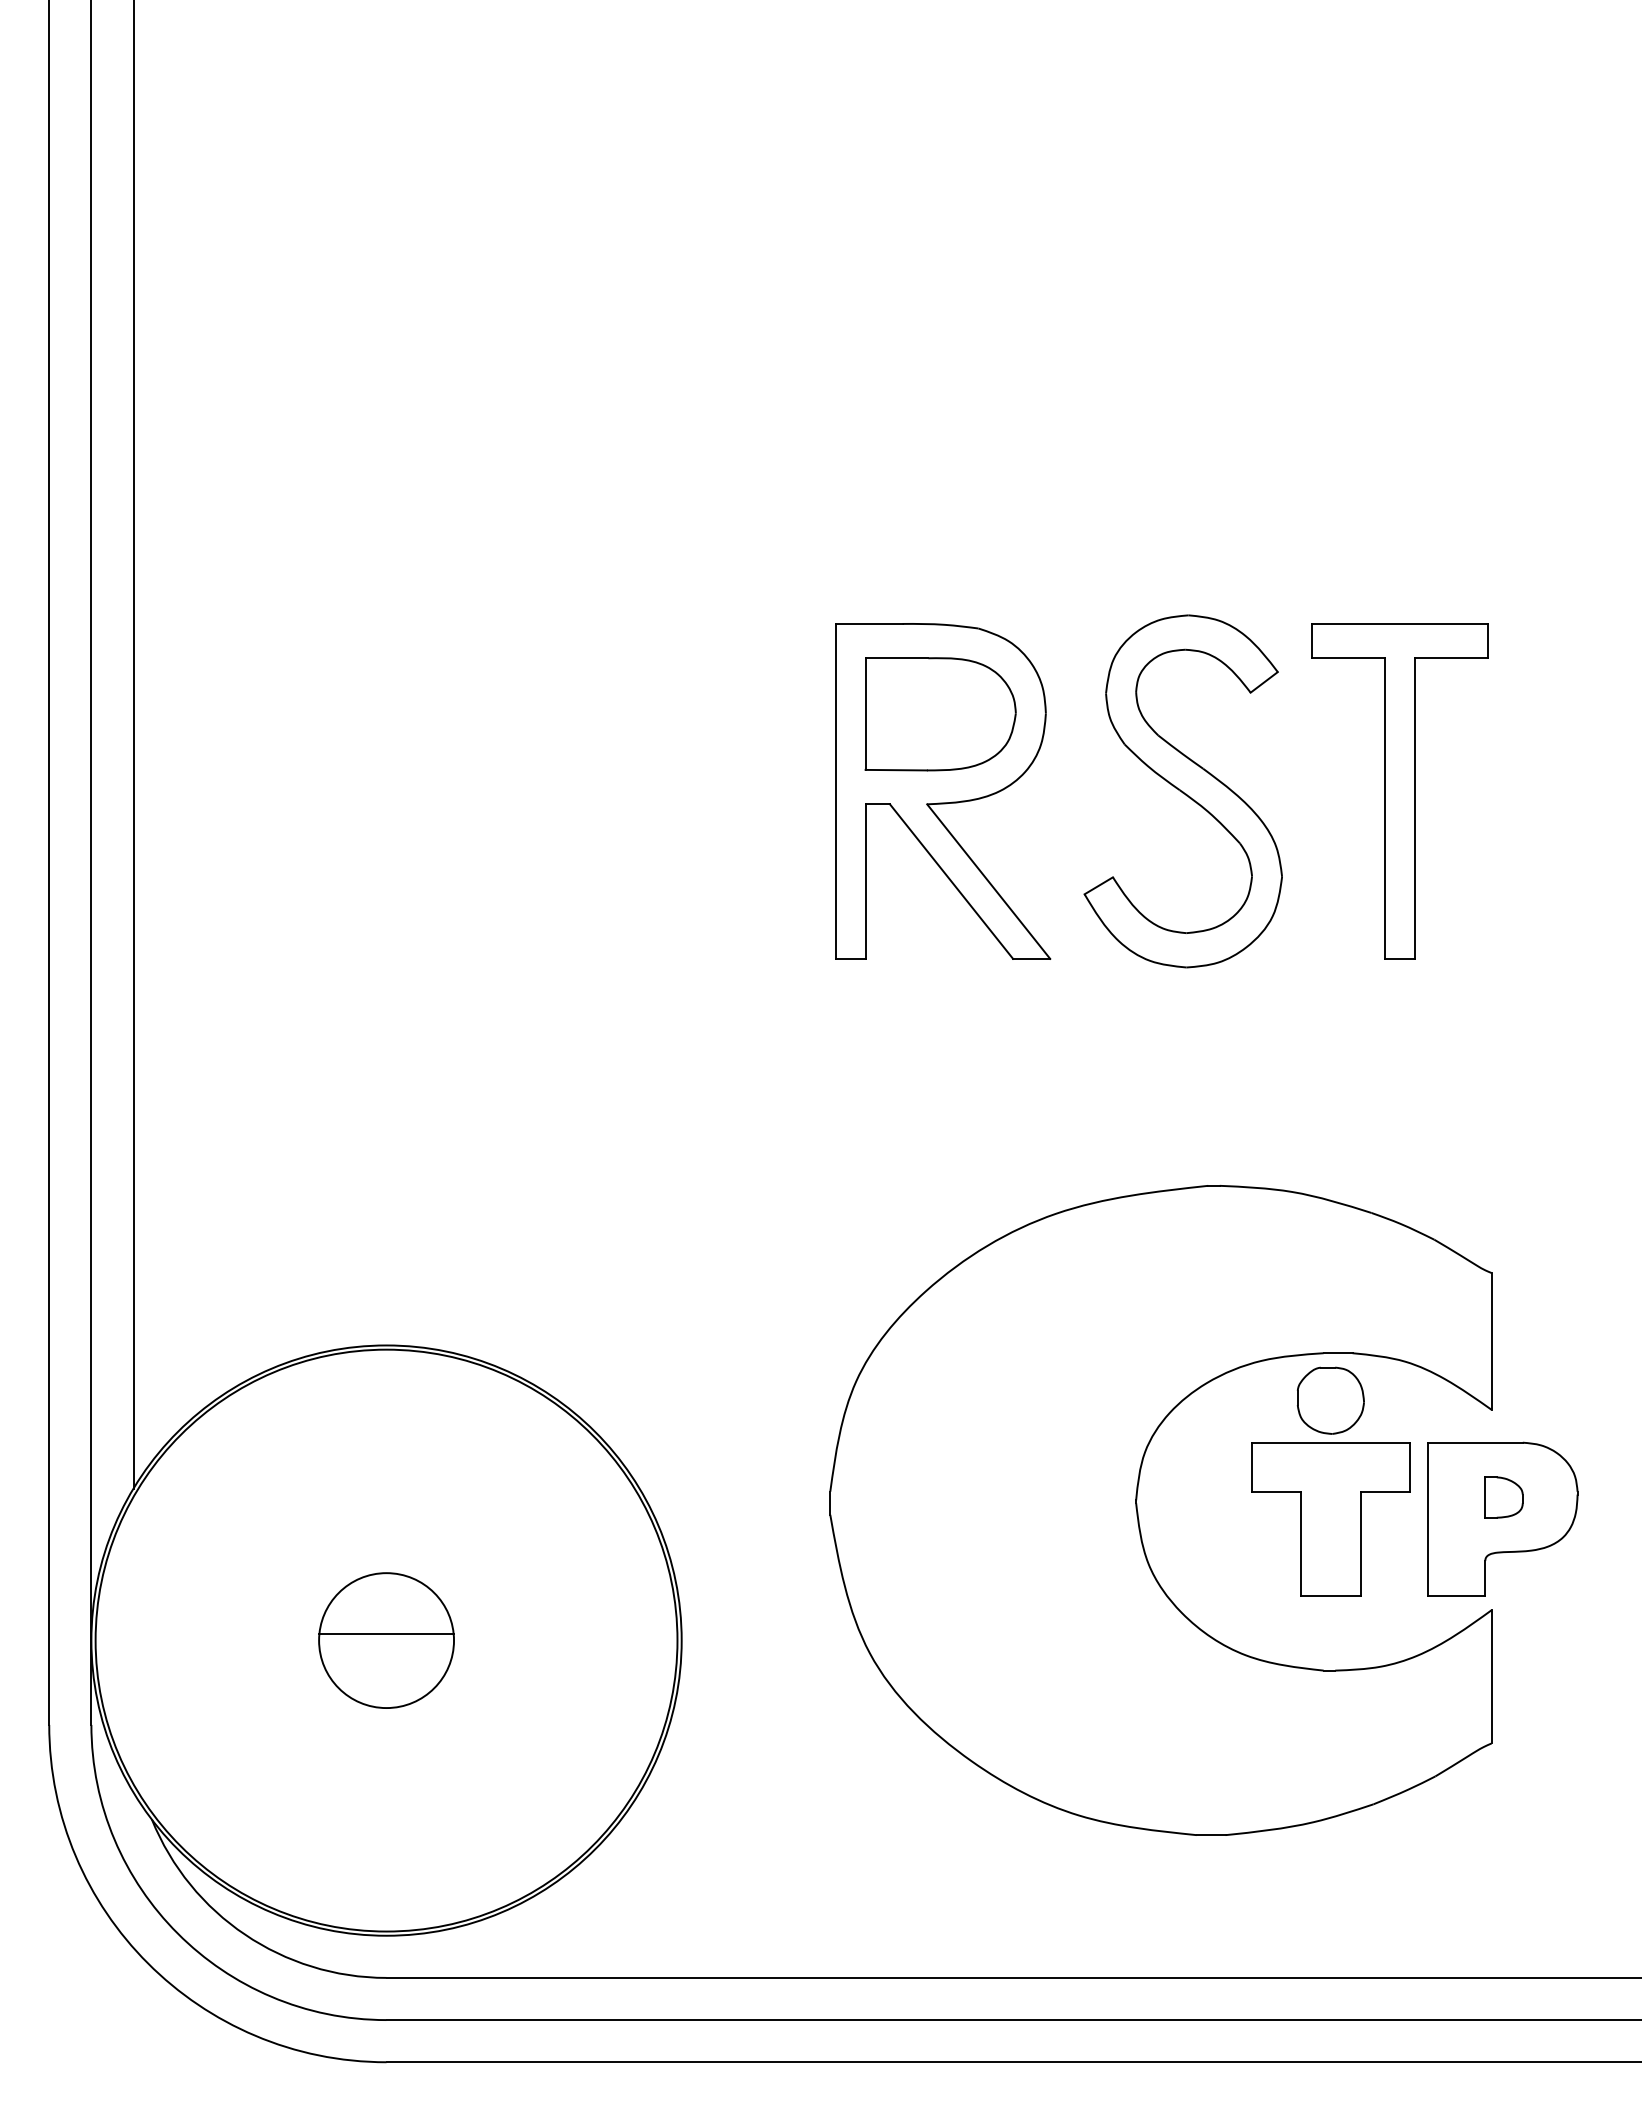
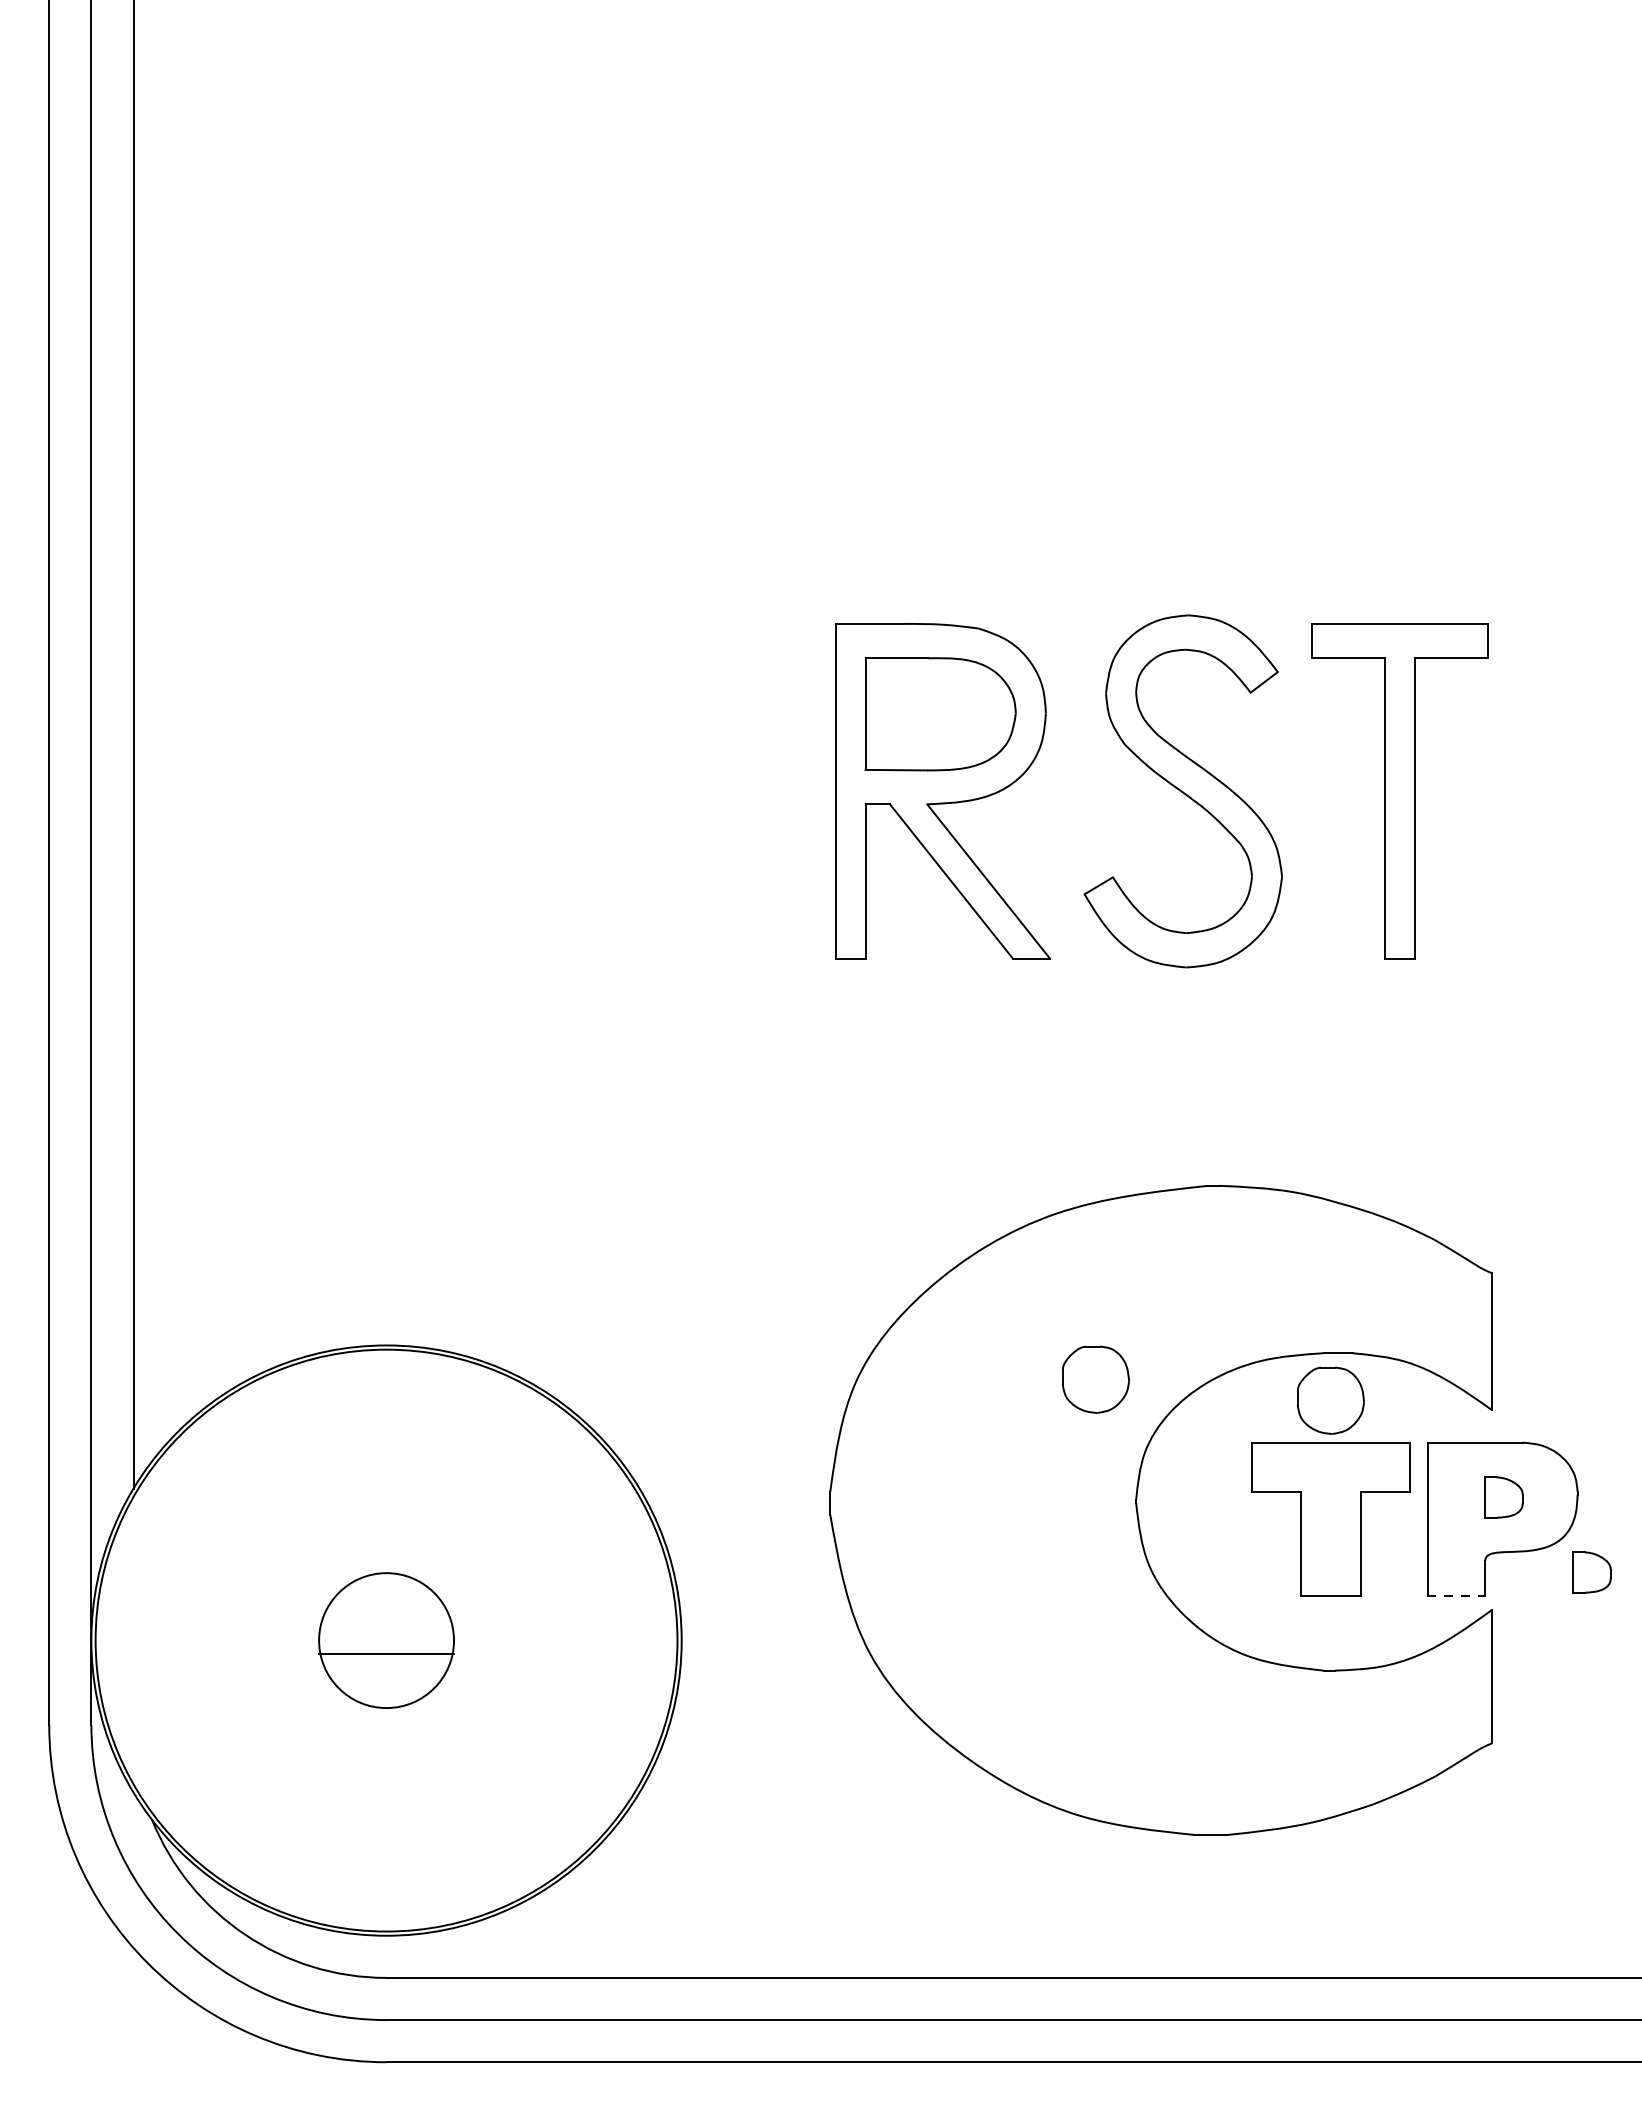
part at (1095, 1379): none -> present
part at (1591, 1572): none -> present
line at (1456, 1595): solid -> dashed
line at (386, 1634) position: (386, 1634) -> (386, 1654)
